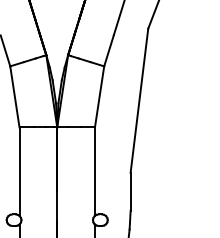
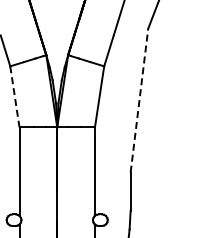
line at (14, 96): solid -> dashed
line at (139, 100): solid -> dashed
